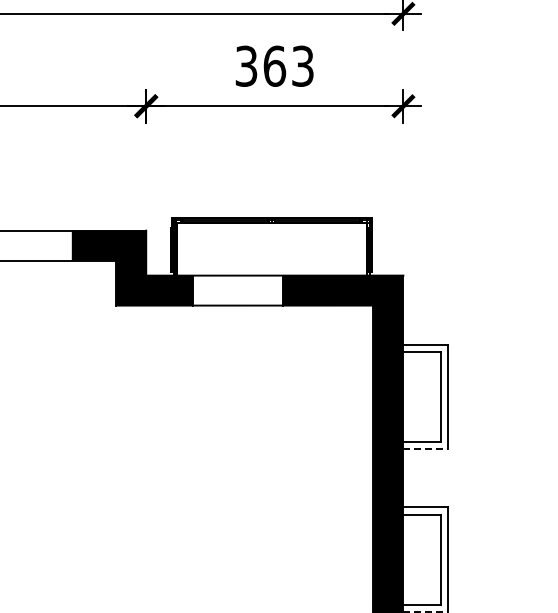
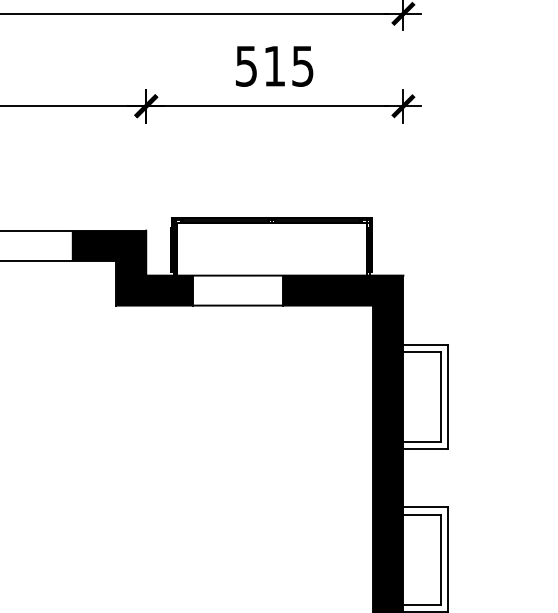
text at (274, 65): 363 -> 515
line at (426, 449): dashed -> solid
line at (426, 612): dashed -> solid
